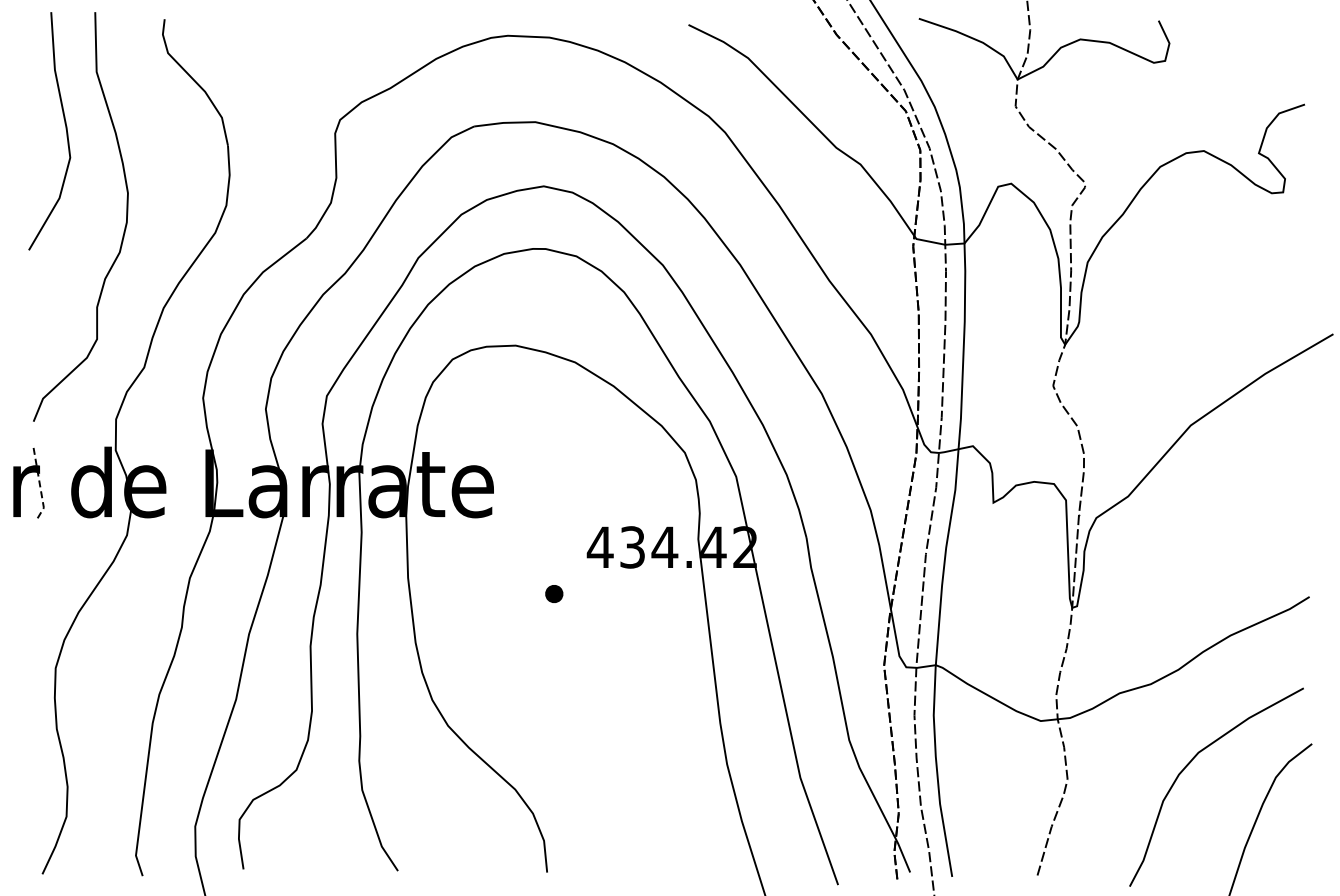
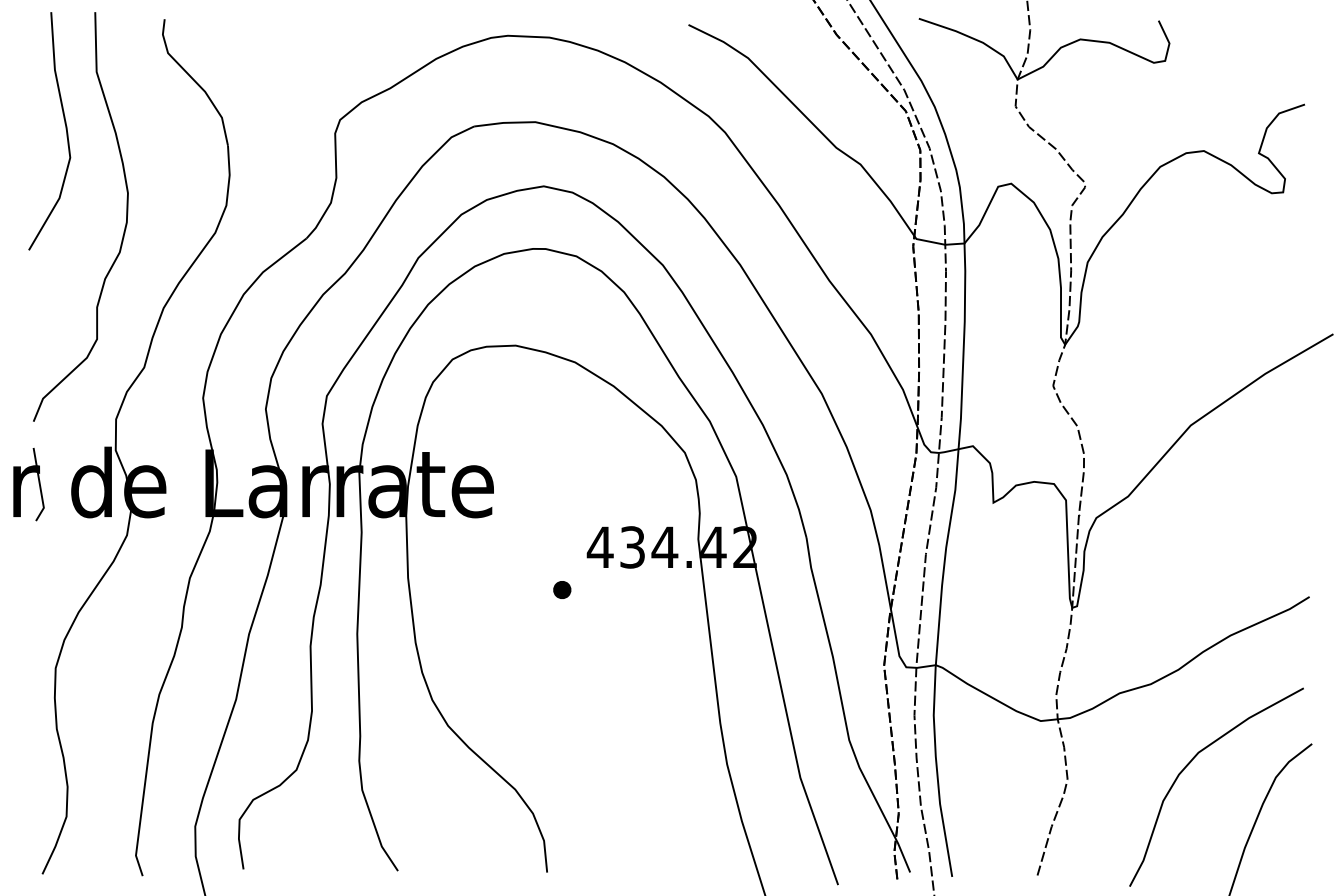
line at (40, 486): dashed -> solid
part at (554, 593) position: (554, 593) -> (562, 589)
